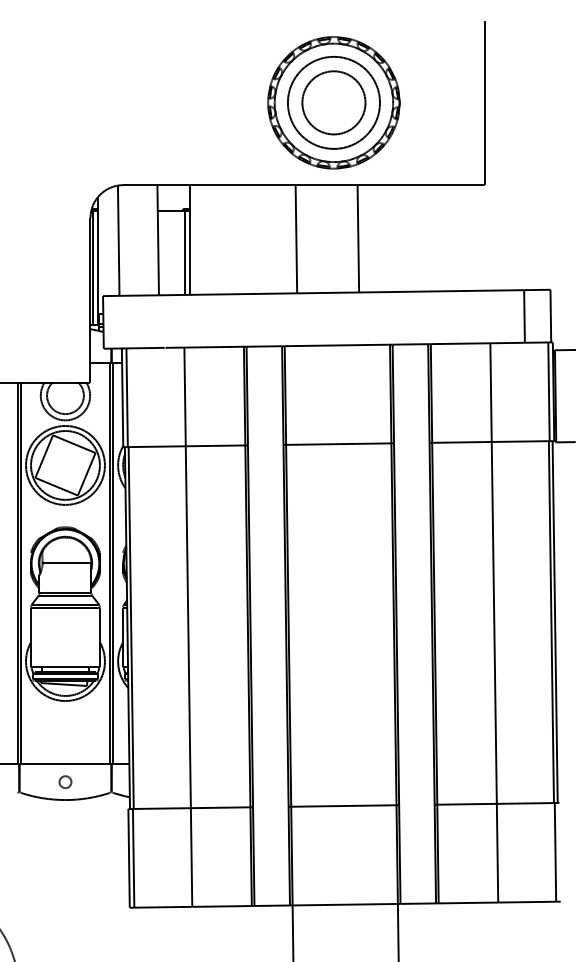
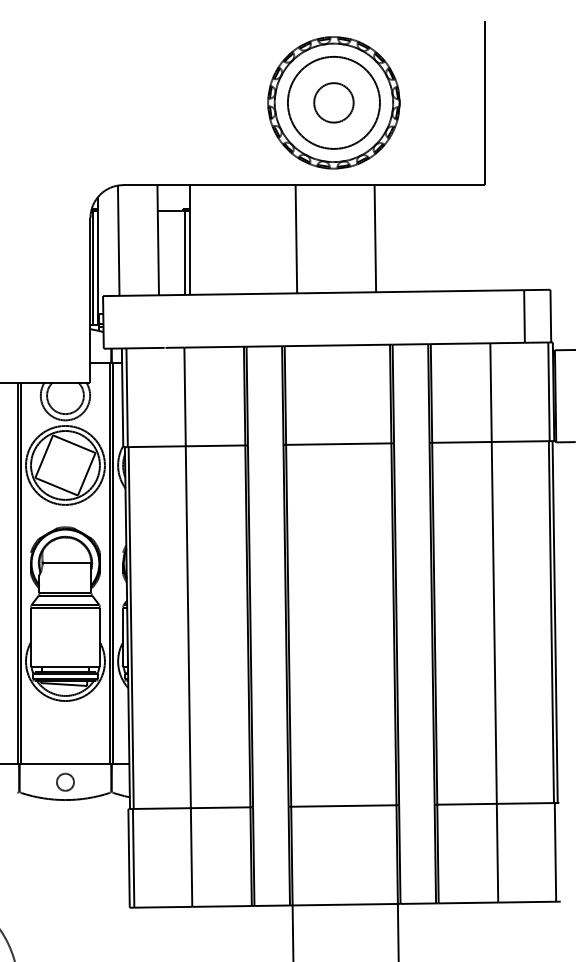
circle at (333, 102) diameter: 63 px -> 39 px
line at (358, 238) position: (358, 238) -> (375, 238)
circle at (65, 782) size: 15x15 px -> 19x20 px
